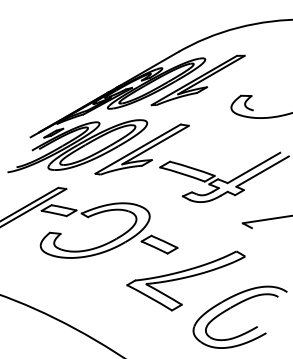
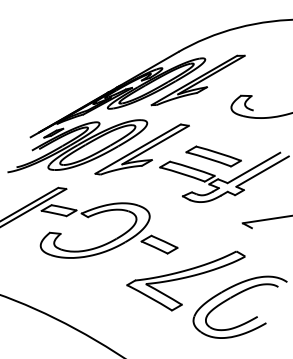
part at (213, 156): none -> present
part at (235, 306) position: (235, 306) -> (235, 296)
